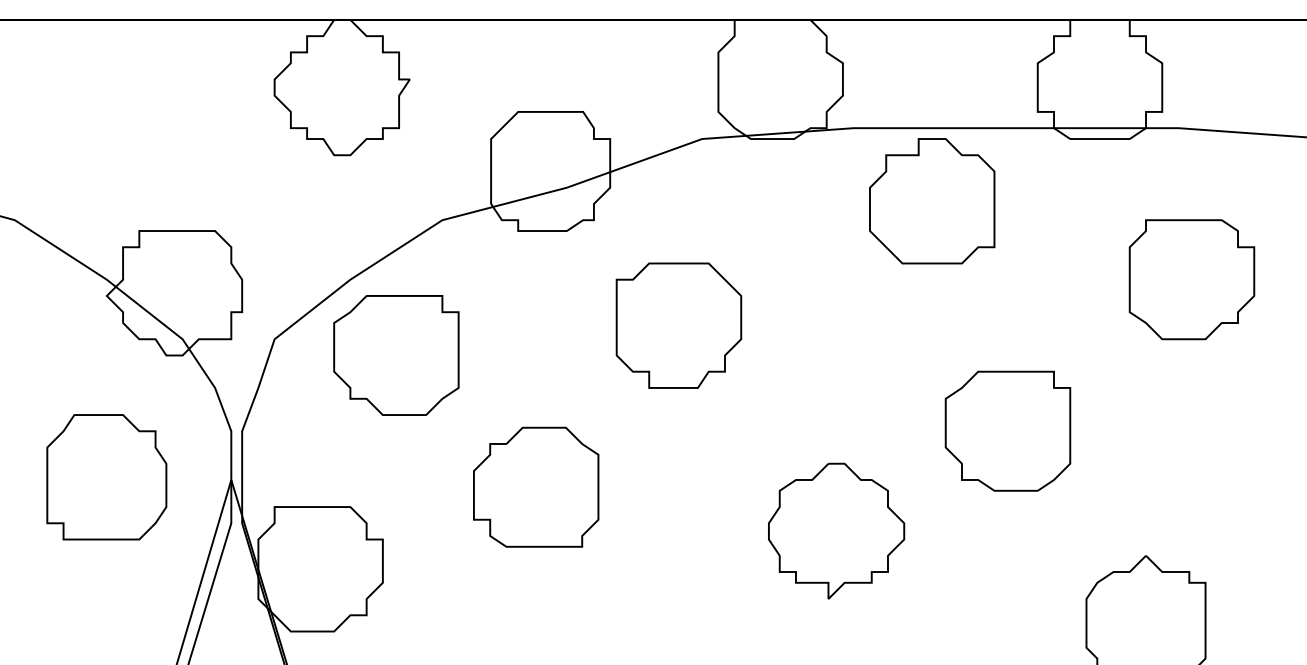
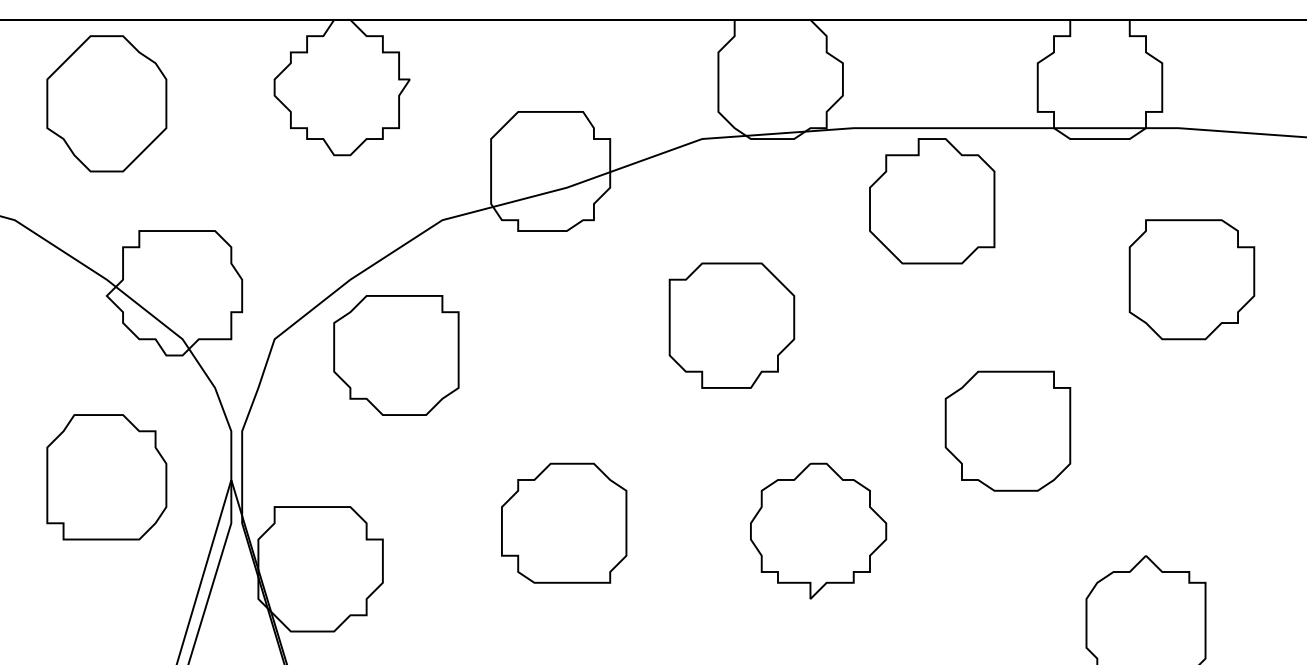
part at (106, 103): none -> present
part at (678, 325) position: (678, 325) -> (731, 325)
part at (536, 486) position: (536, 486) -> (564, 522)
part at (836, 530) position: (836, 530) -> (818, 530)
